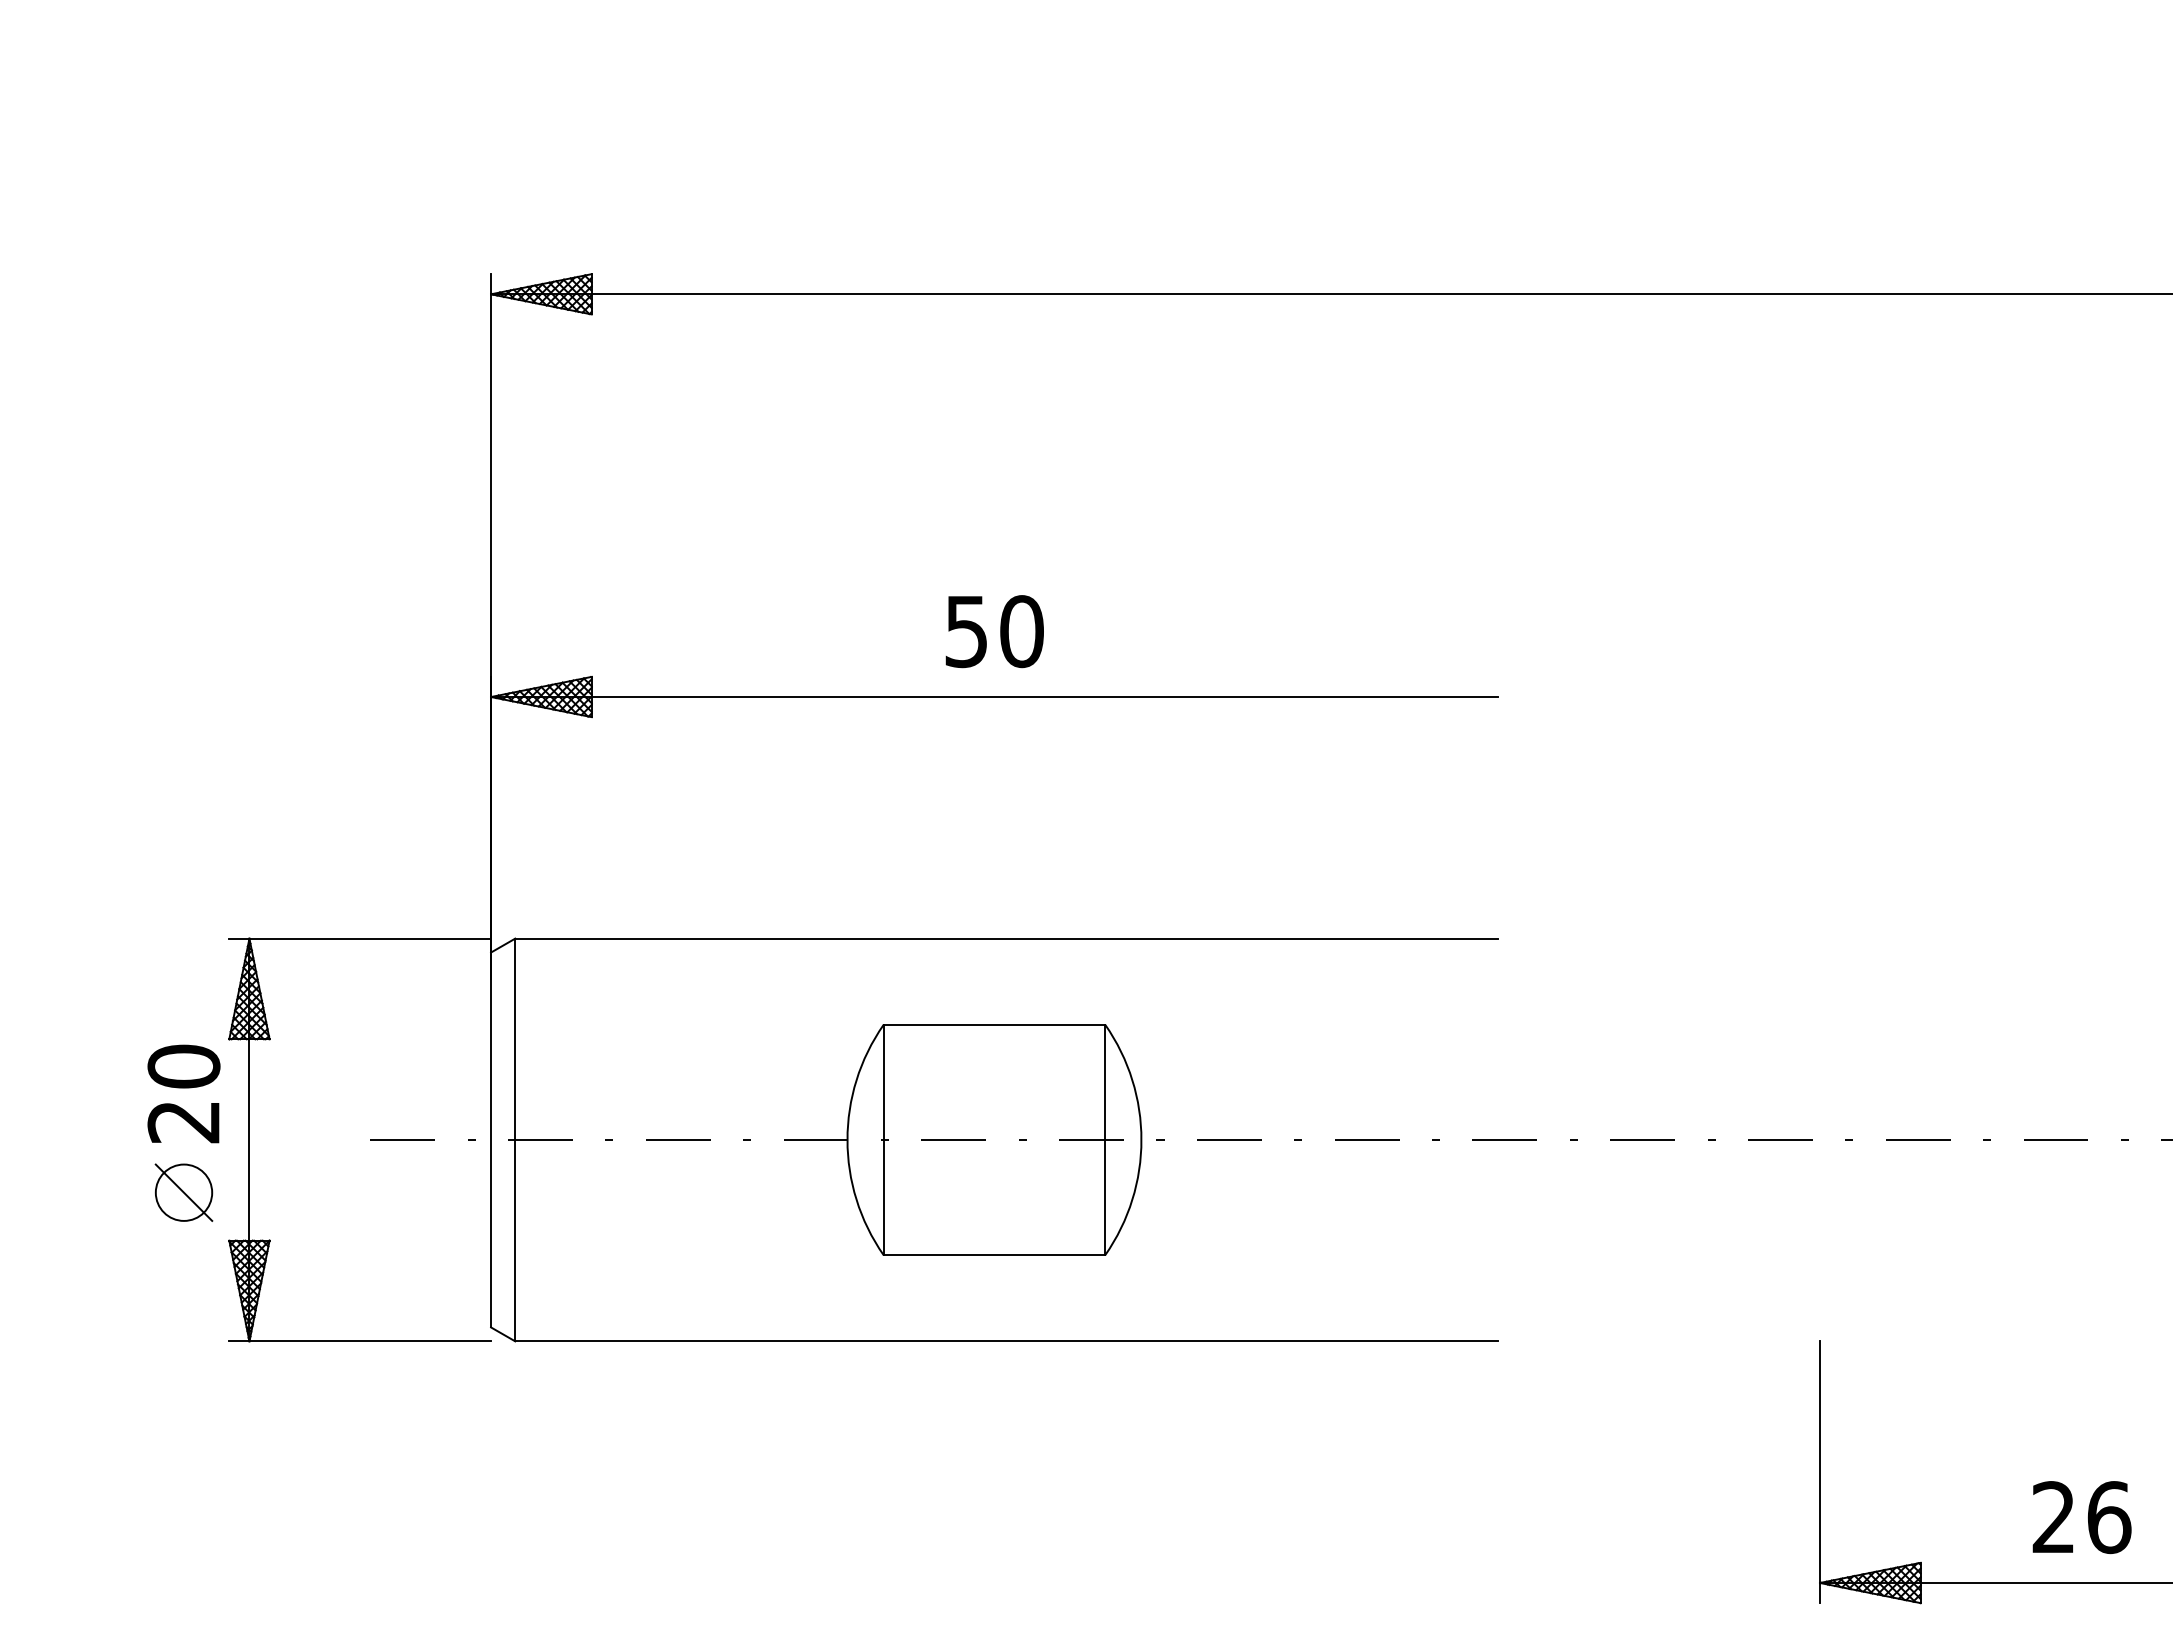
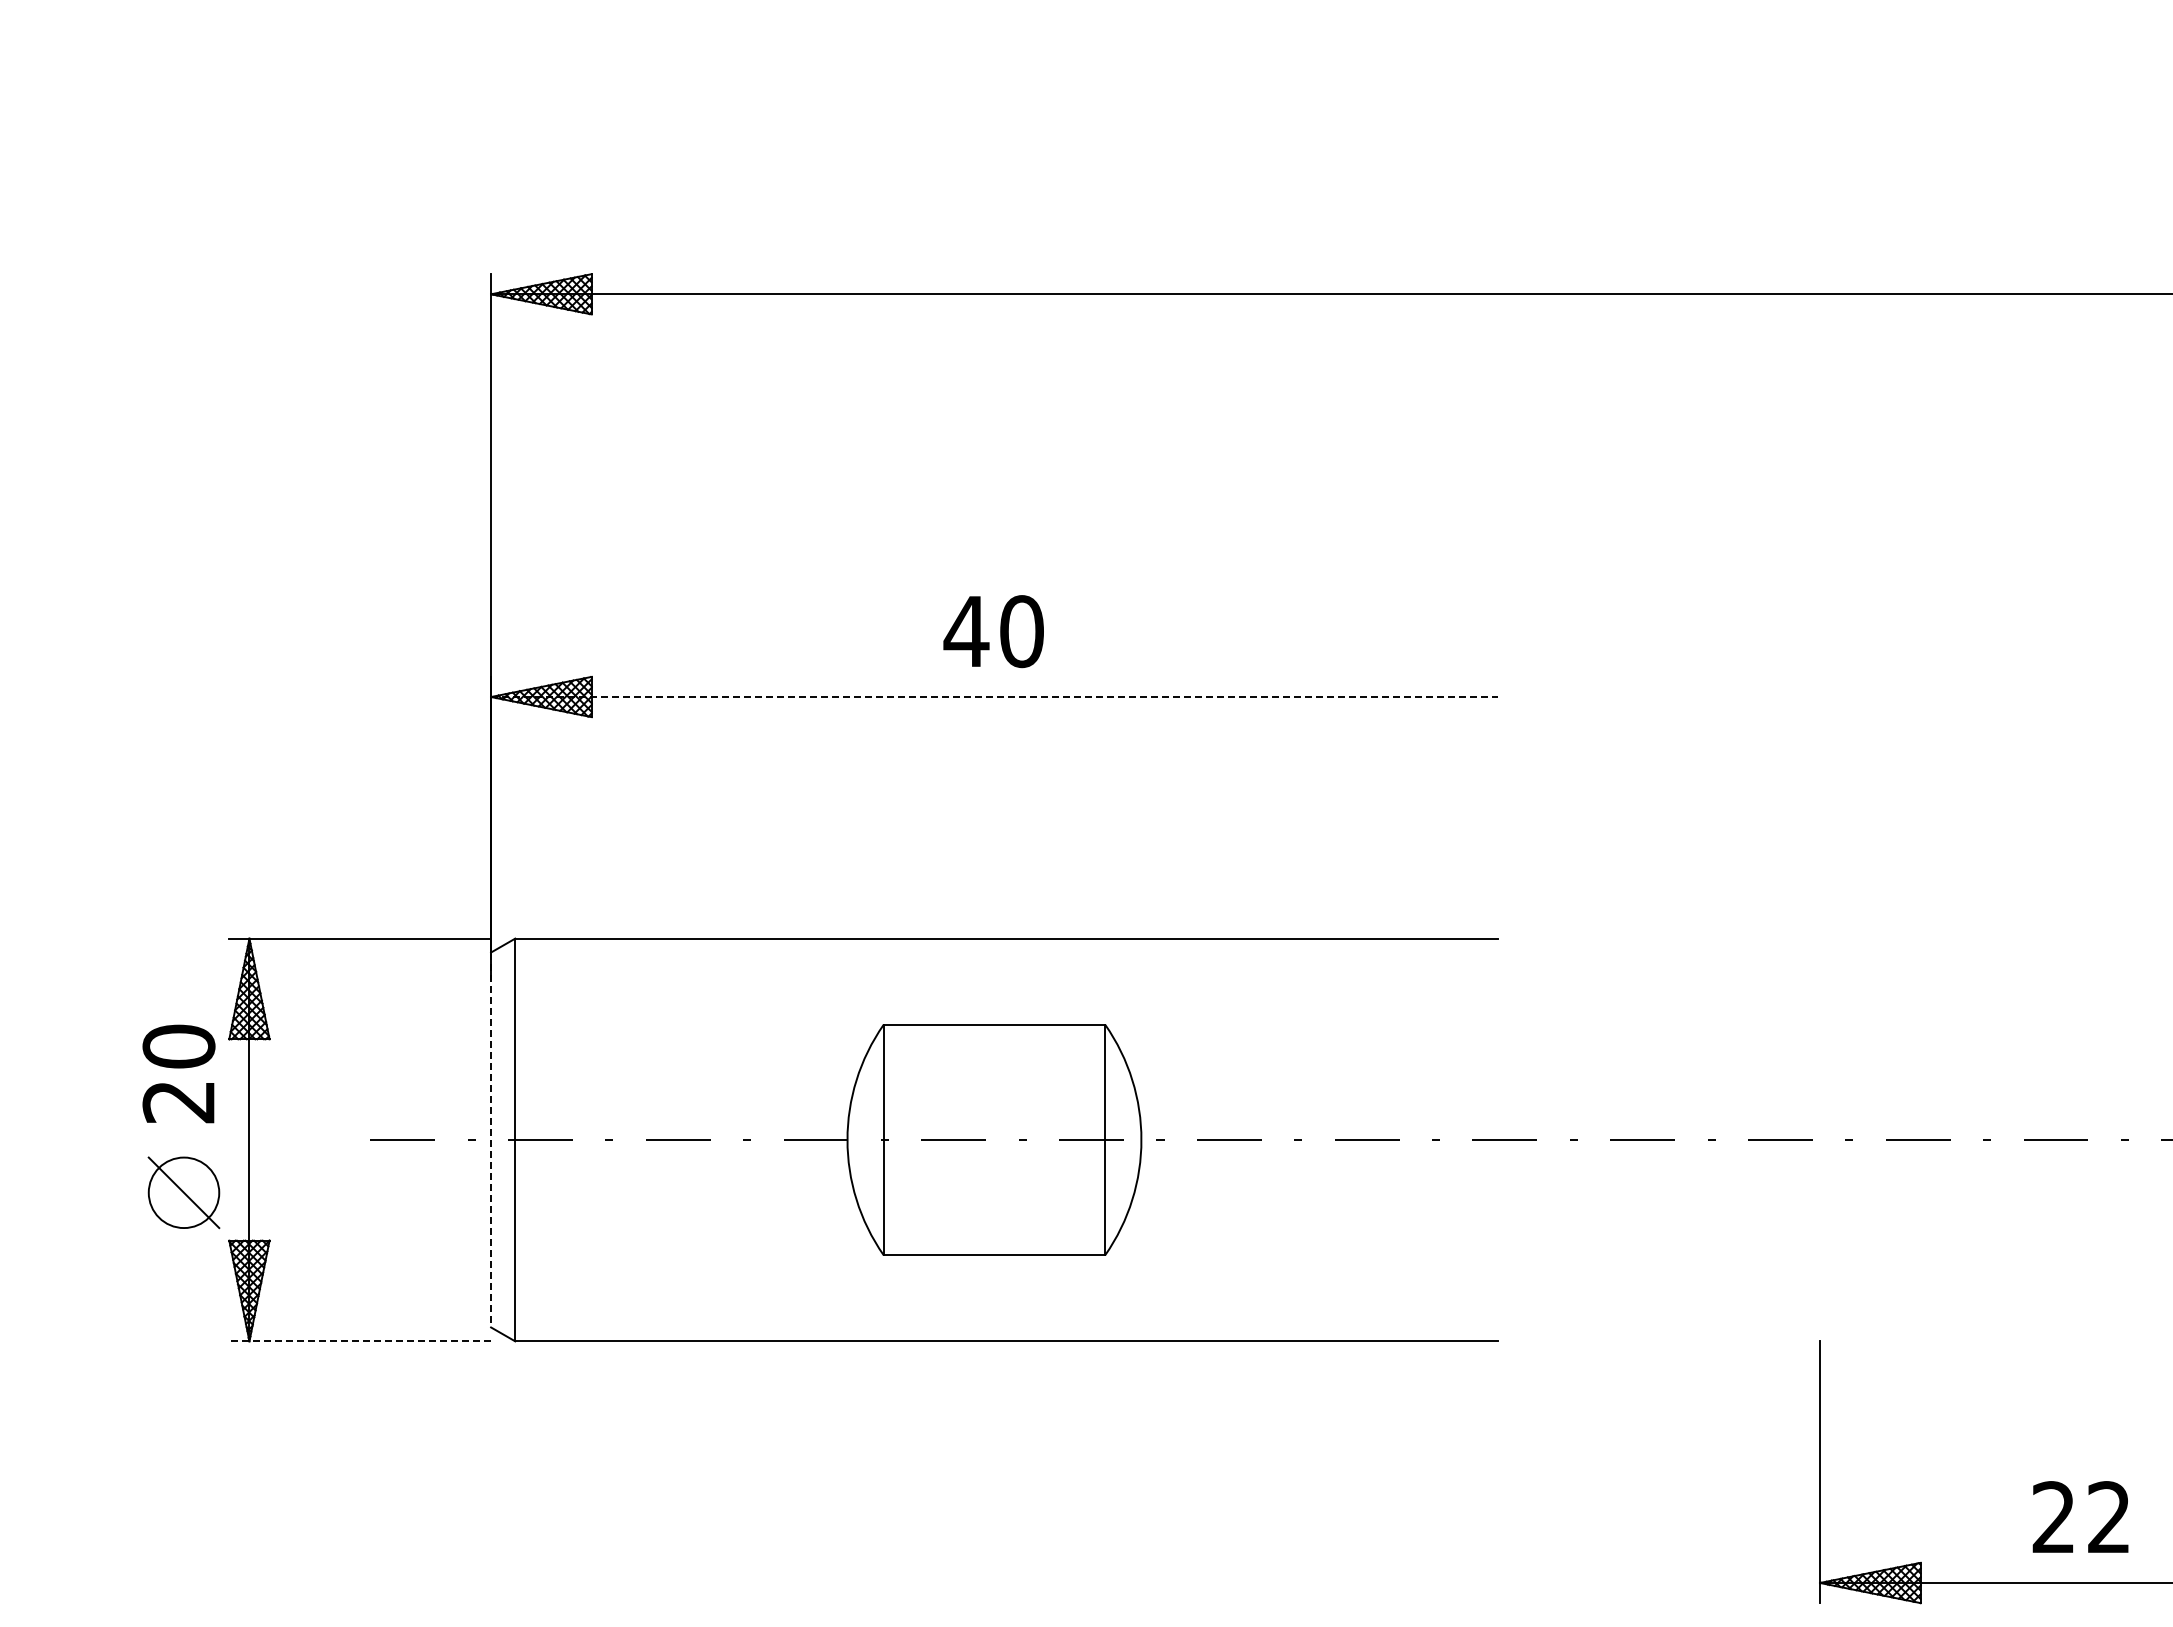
text at (966, 632): 50 -> 40
line at (994, 697): solid -> dashed
text at (183, 1093) position: (183, 1093) -> (178, 1073)
line at (491, 1140): solid -> dashed
part at (183, 1192) size: 60x59 px -> 74x74 px
line at (360, 1341): solid -> dashed
text at (2109, 1517): 26 -> 22
